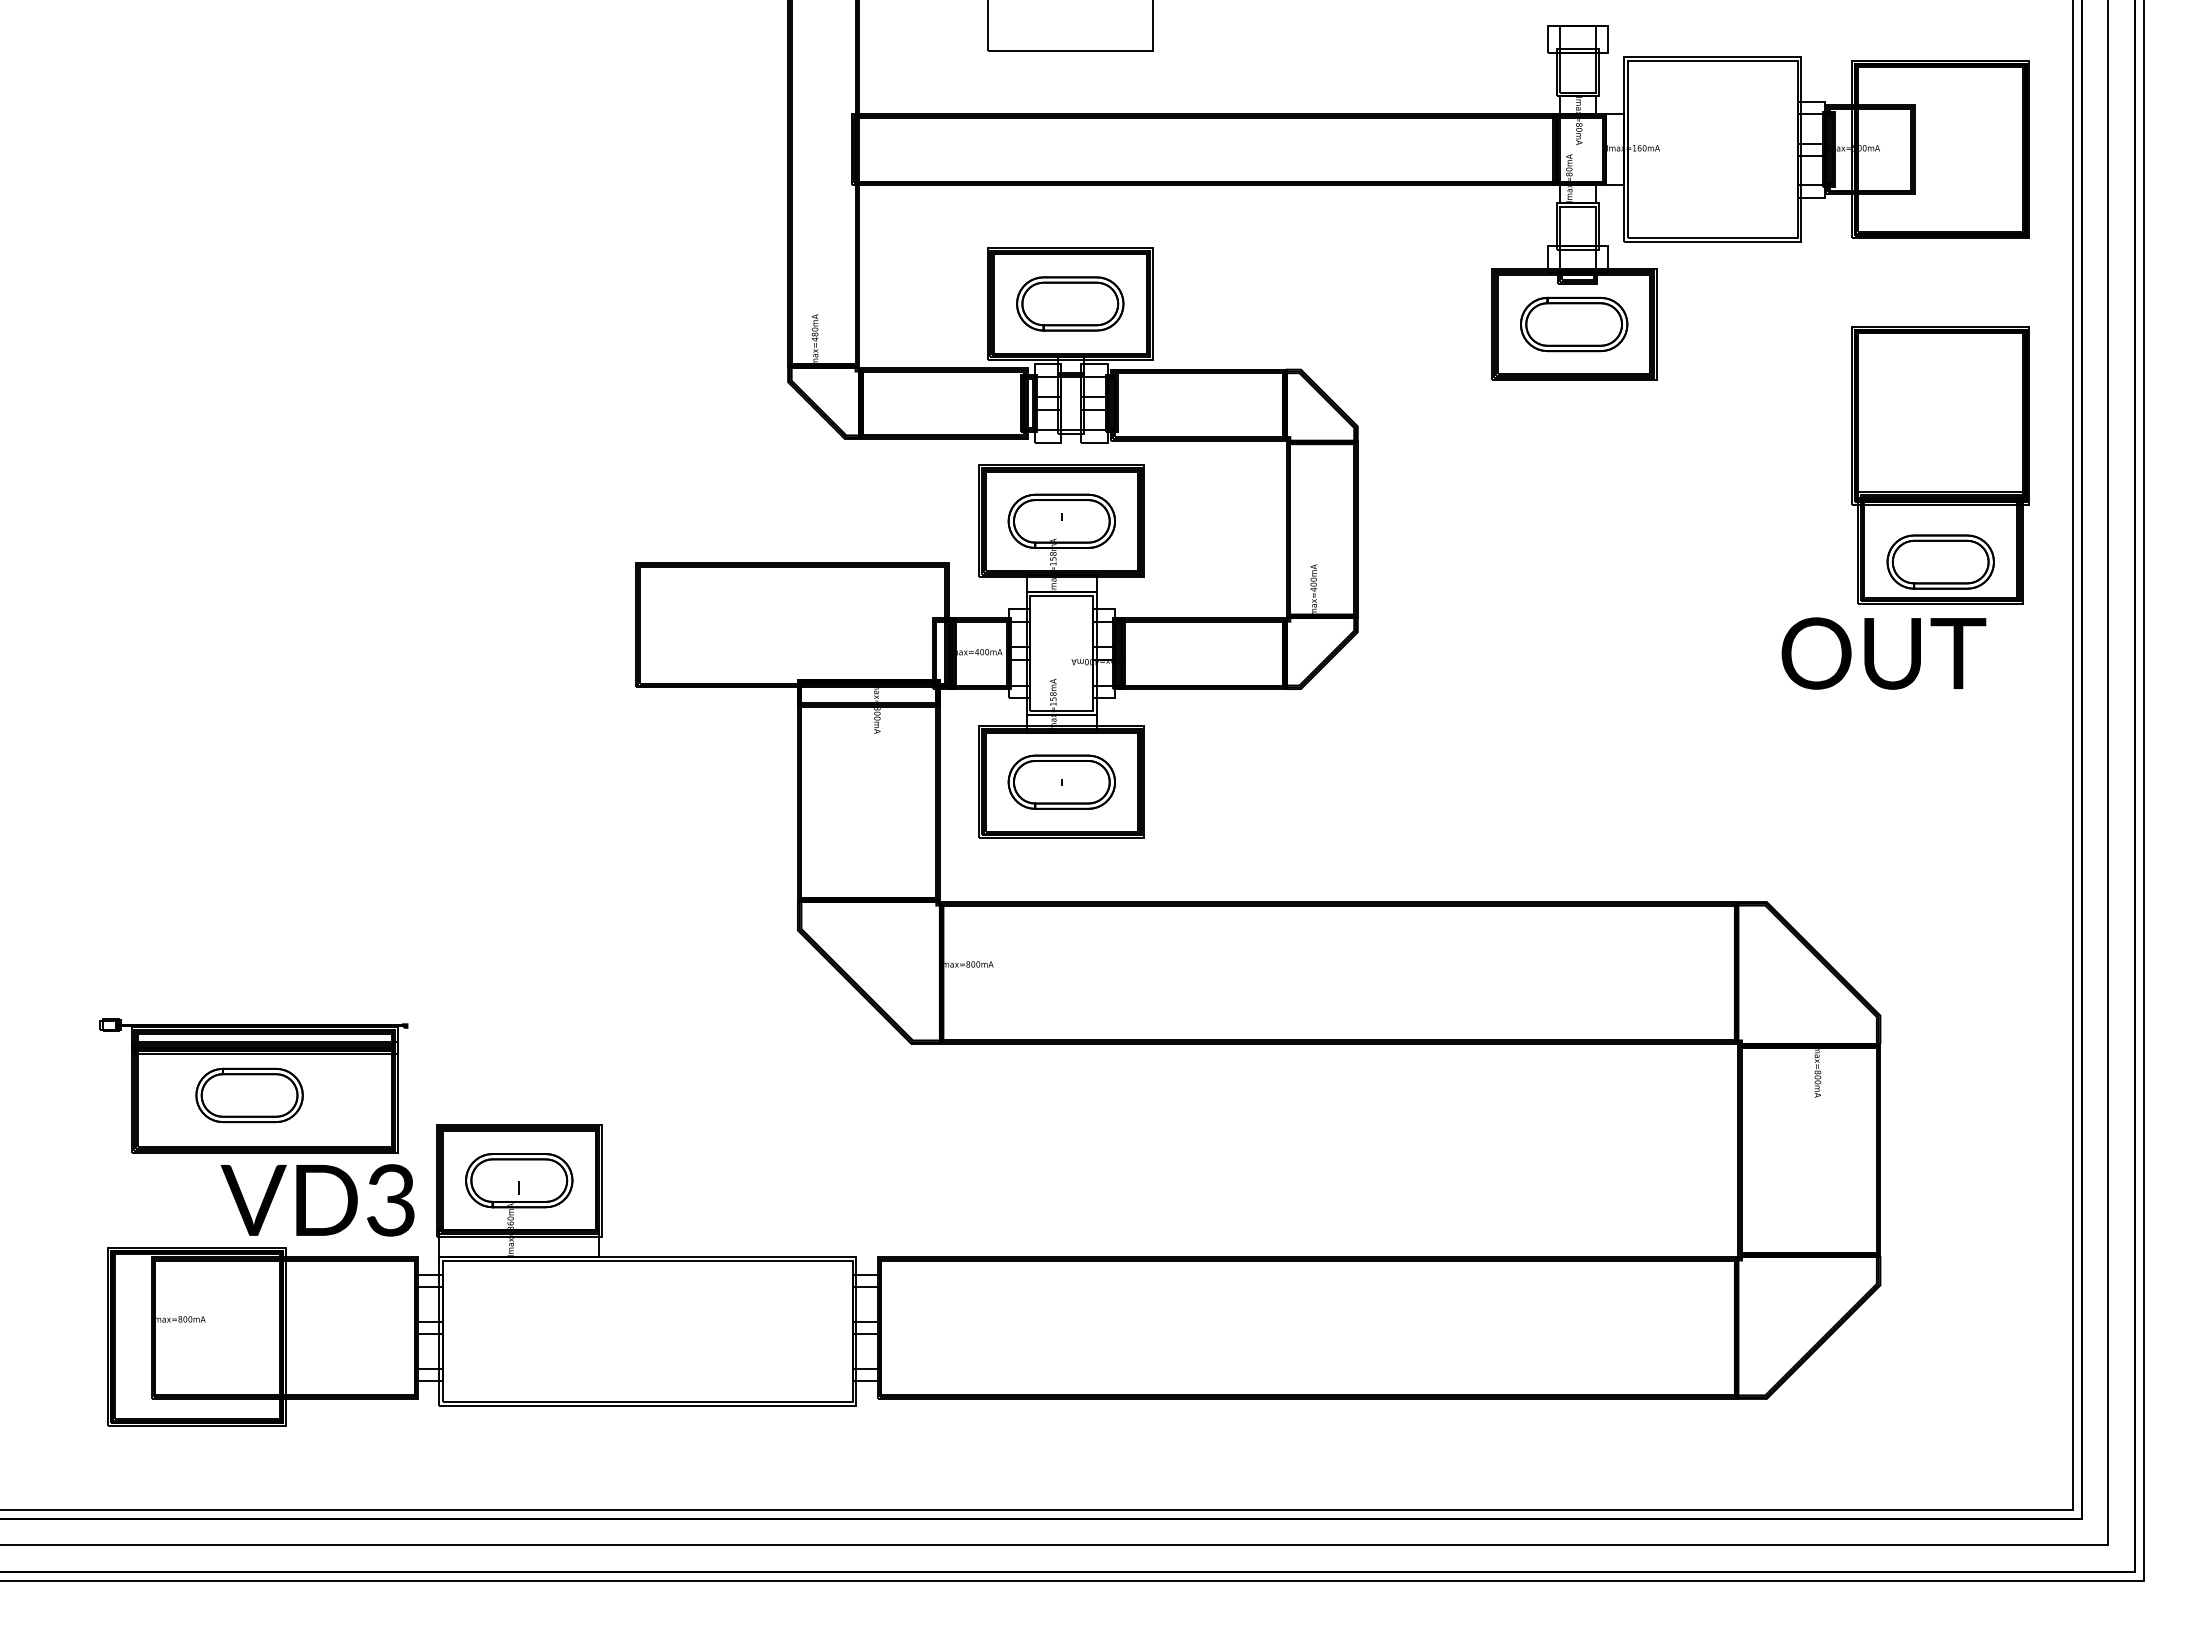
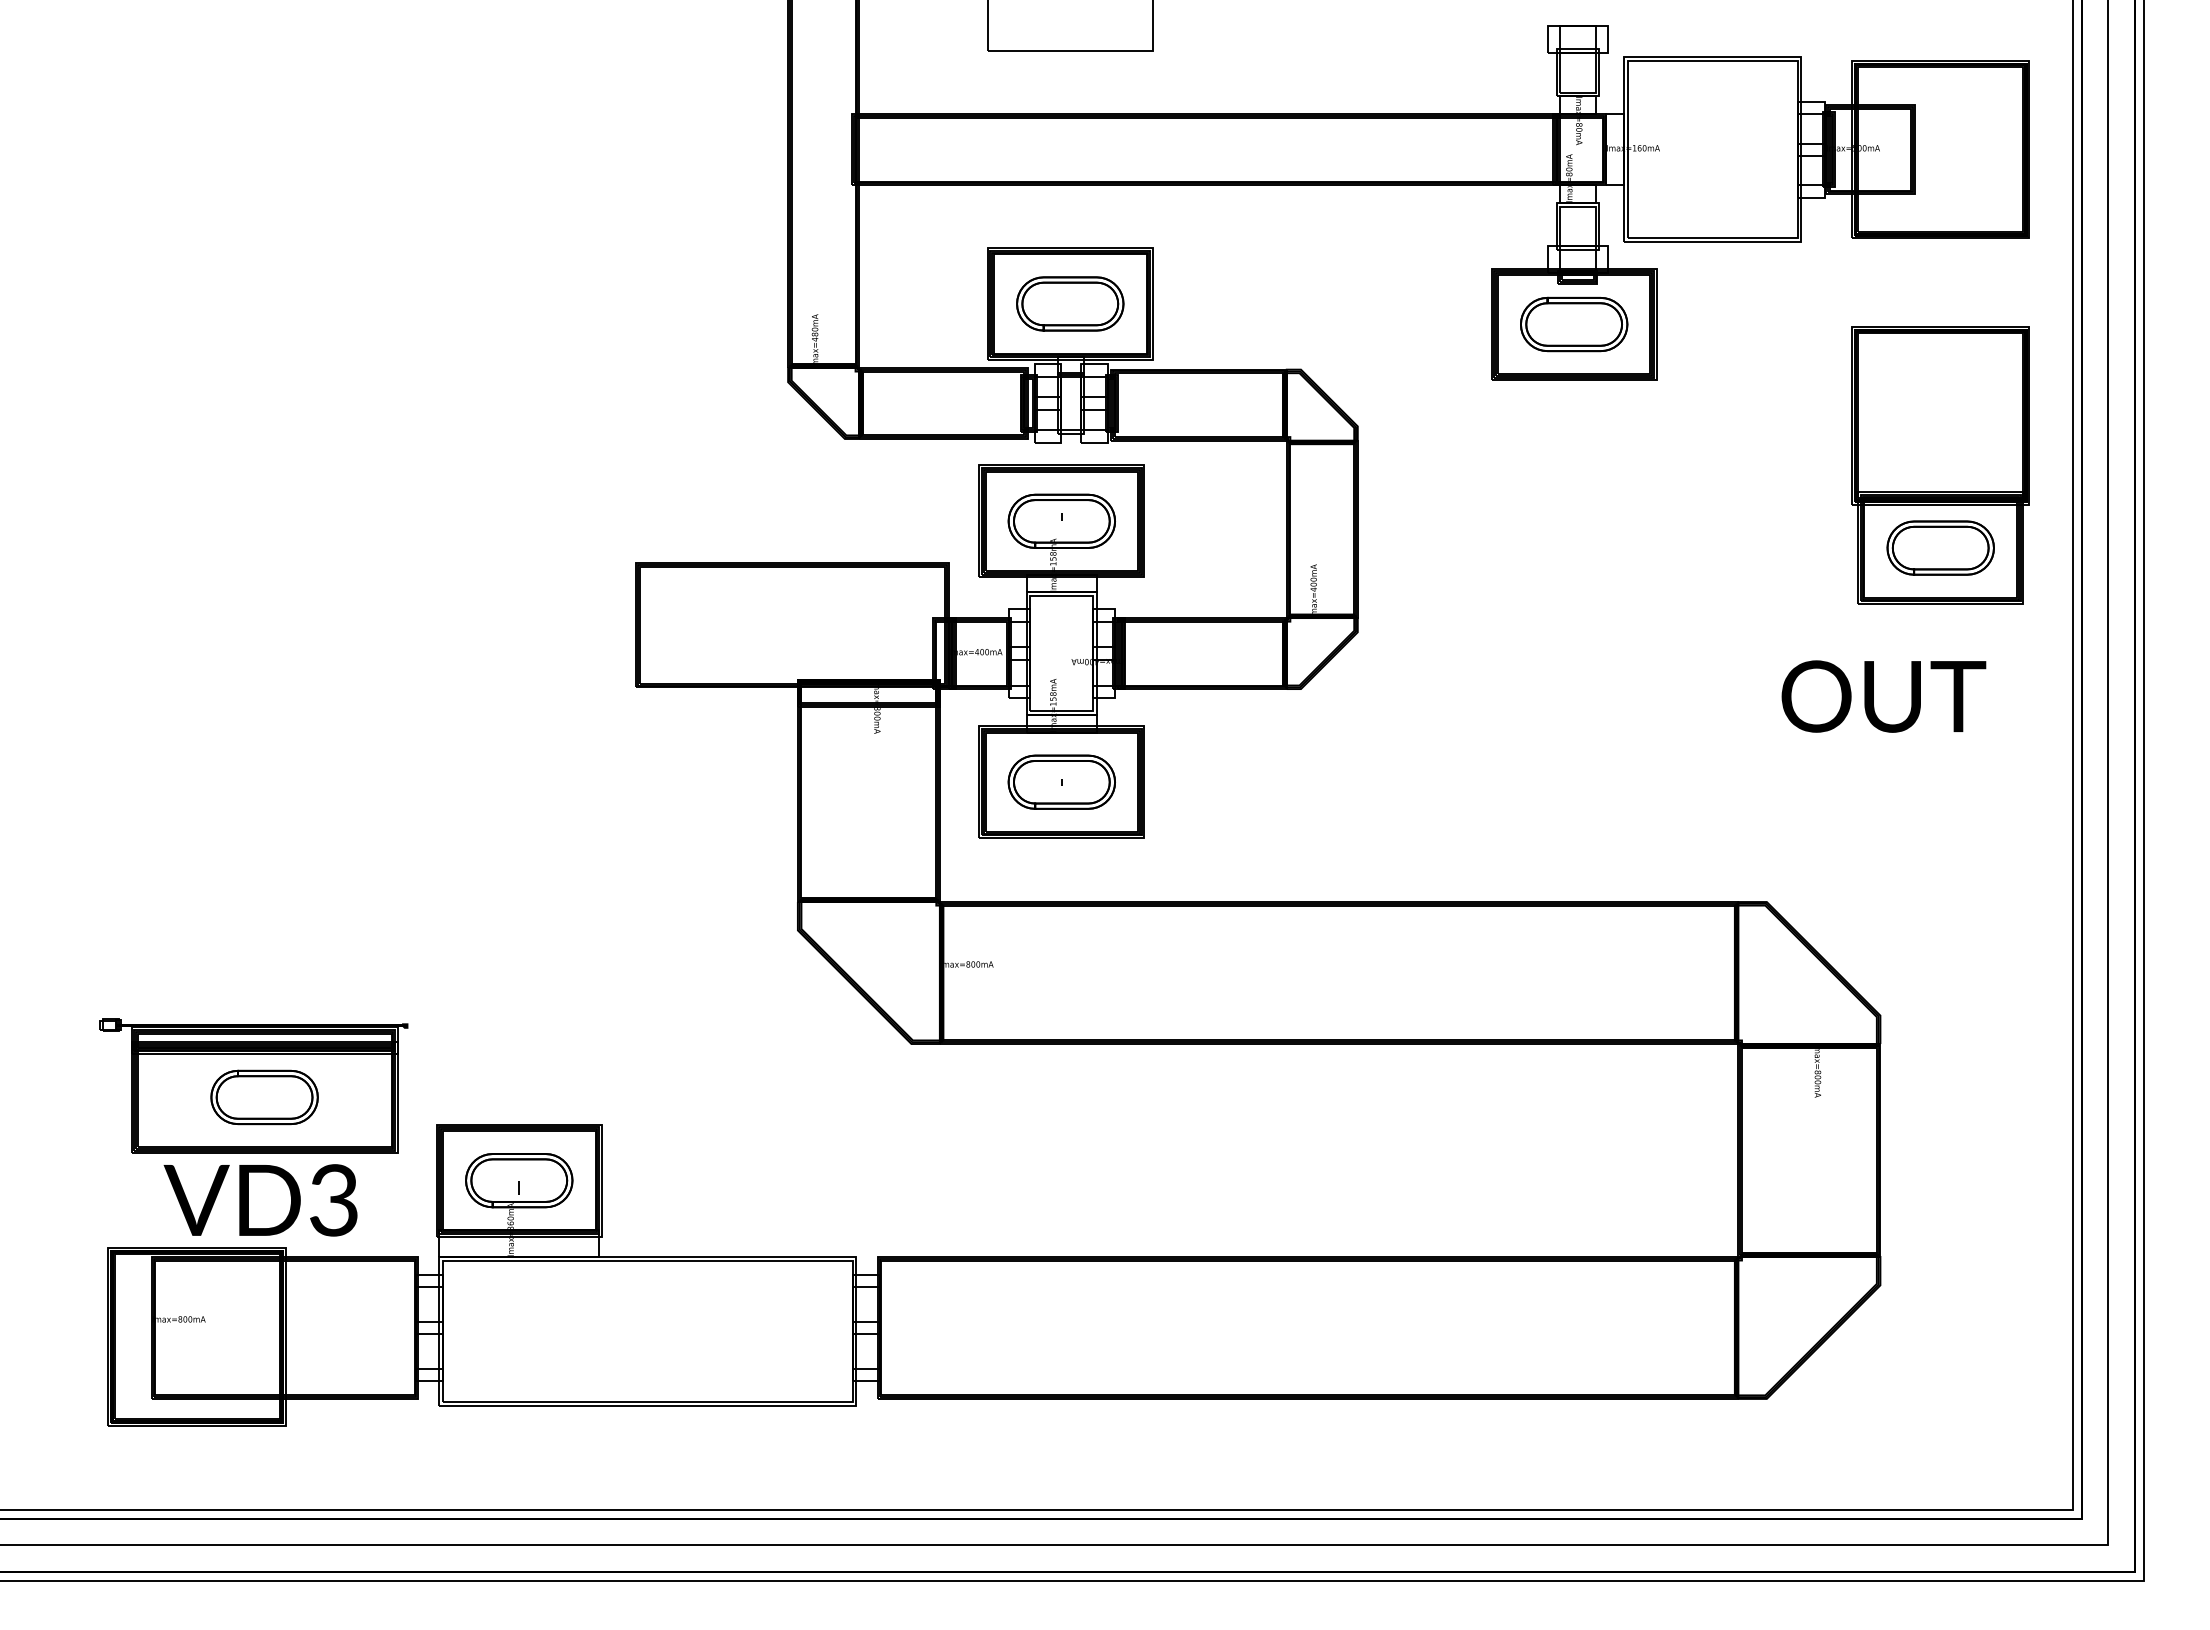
part at (1940, 561) position: (1940, 561) -> (1940, 547)
text at (1883, 653) position: (1883, 653) -> (1883, 696)
part at (249, 1095) position: (249, 1095) -> (264, 1097)
text at (317, 1200) position: (317, 1200) -> (260, 1200)
